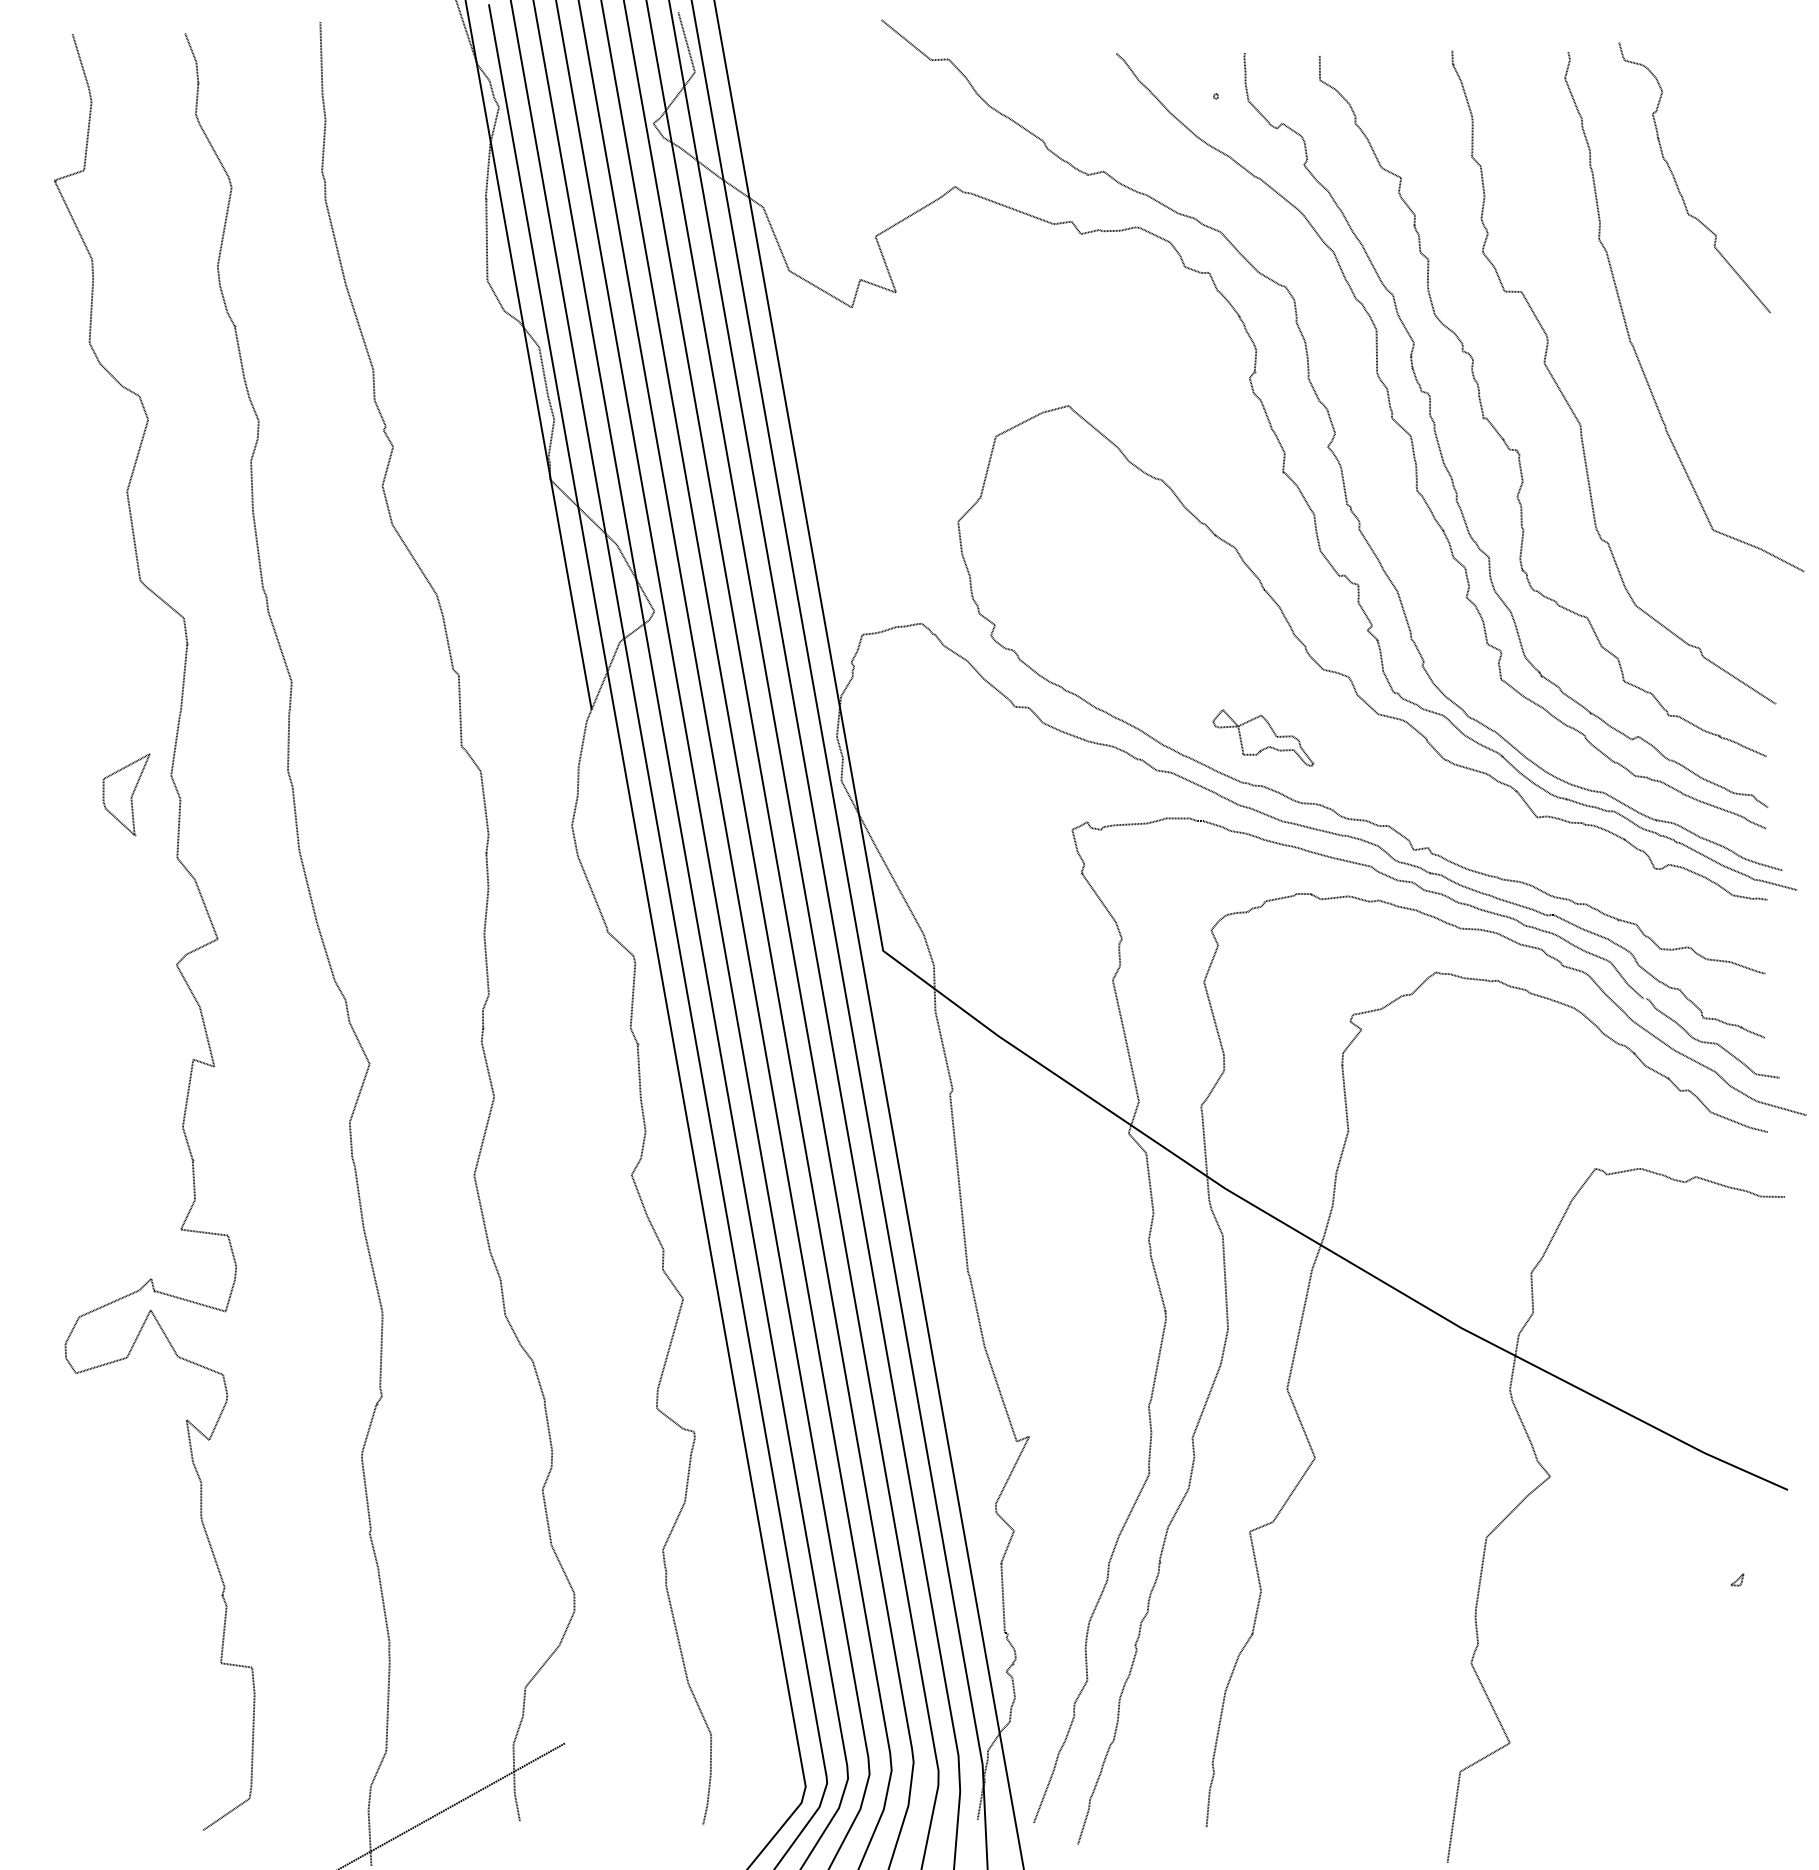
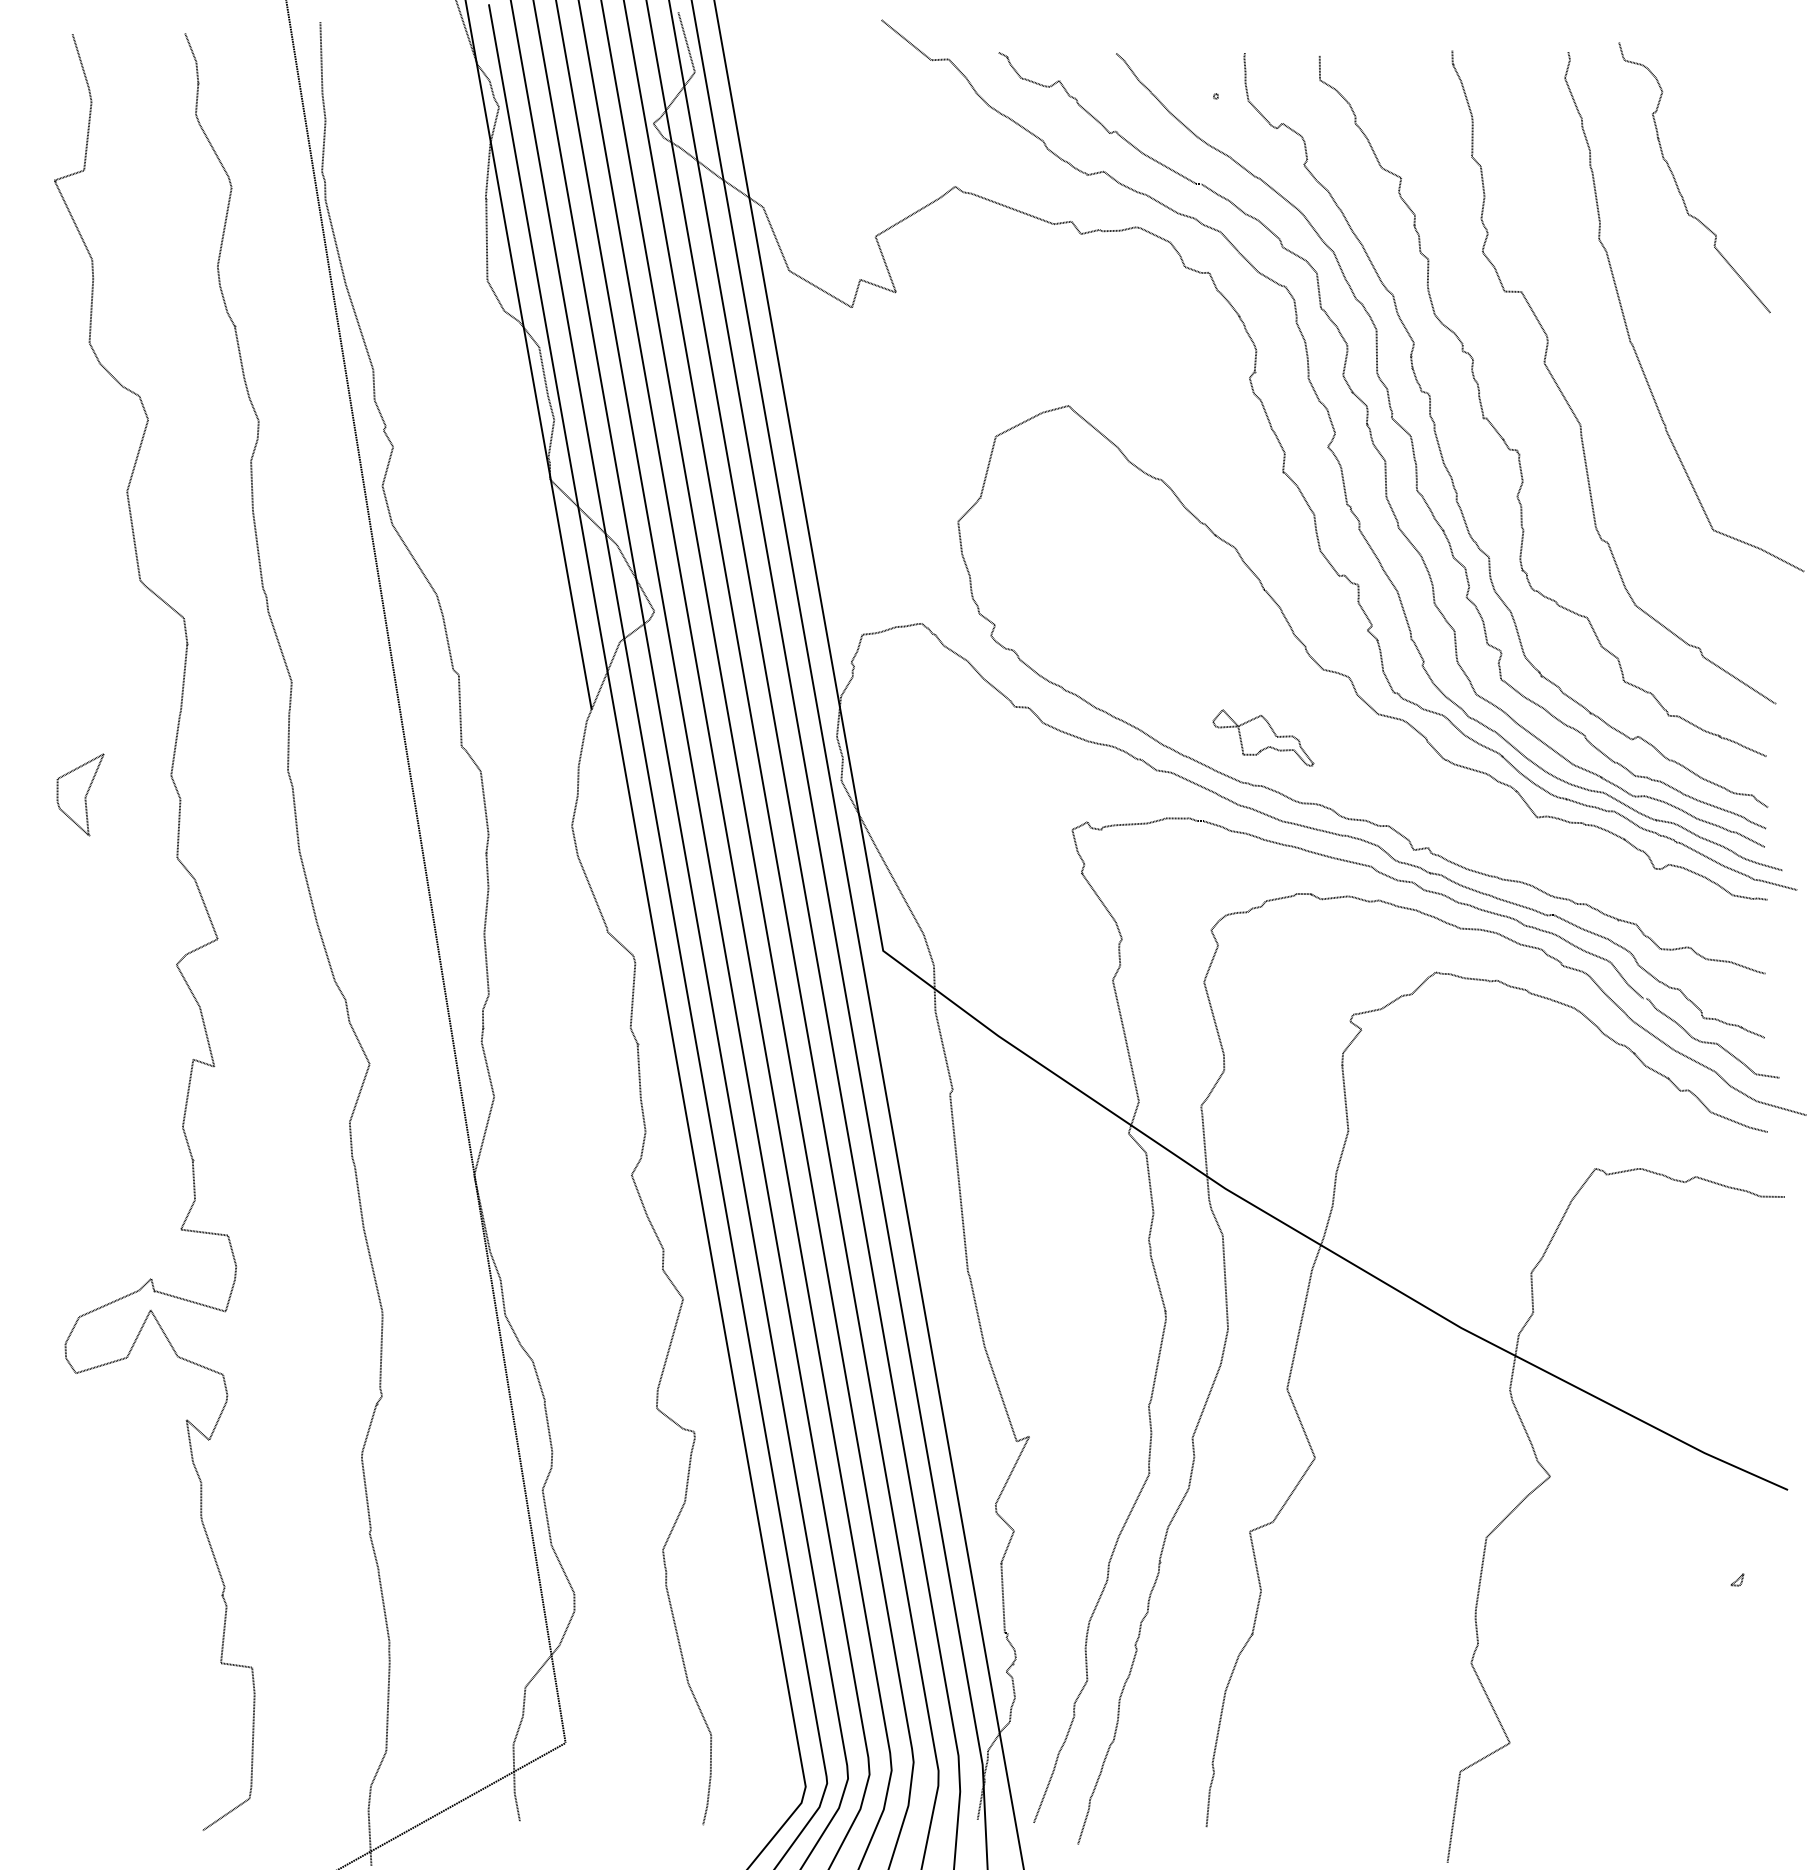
curve at (1379, 451): none -> present
part at (126, 794) position: (126, 794) -> (80, 794)
line at (425, 872): none -> present
